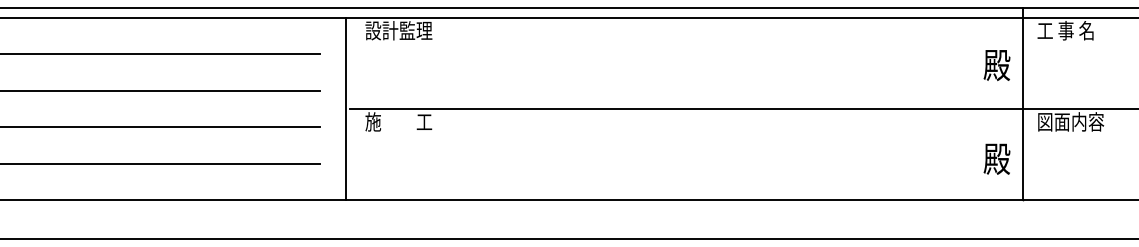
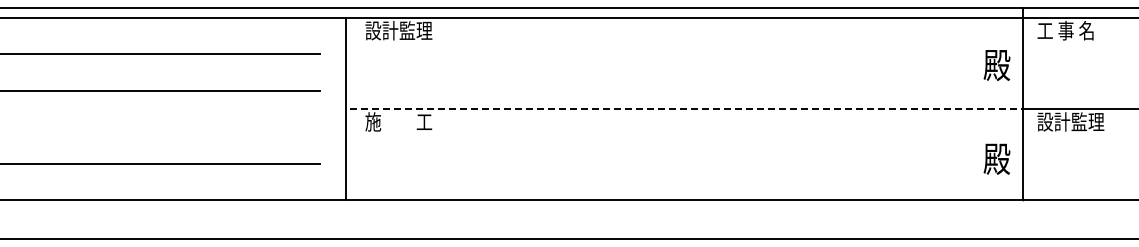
line at (686, 109): solid -> dashed
text at (1070, 121): 図面内容 -> 設計監理
line at (160, 127): present -> none
